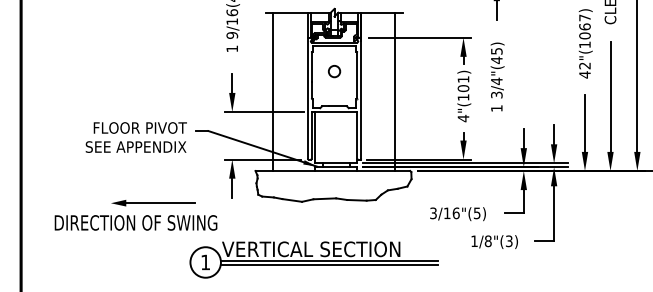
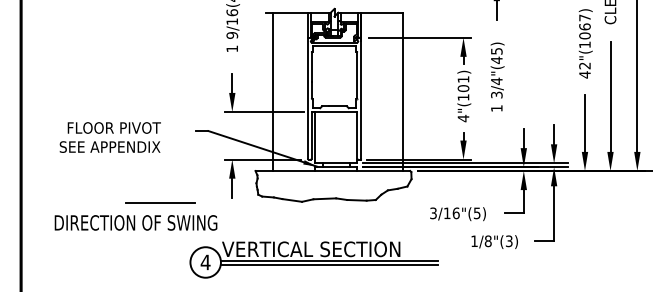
circle at (334, 71): present -> none
line at (395, 91) position: (395, 91) -> (403, 91)
text at (135, 137) position: (135, 137) -> (109, 137)
fill at (118, 202): present -> none
text at (205, 262): 1 -> 4
